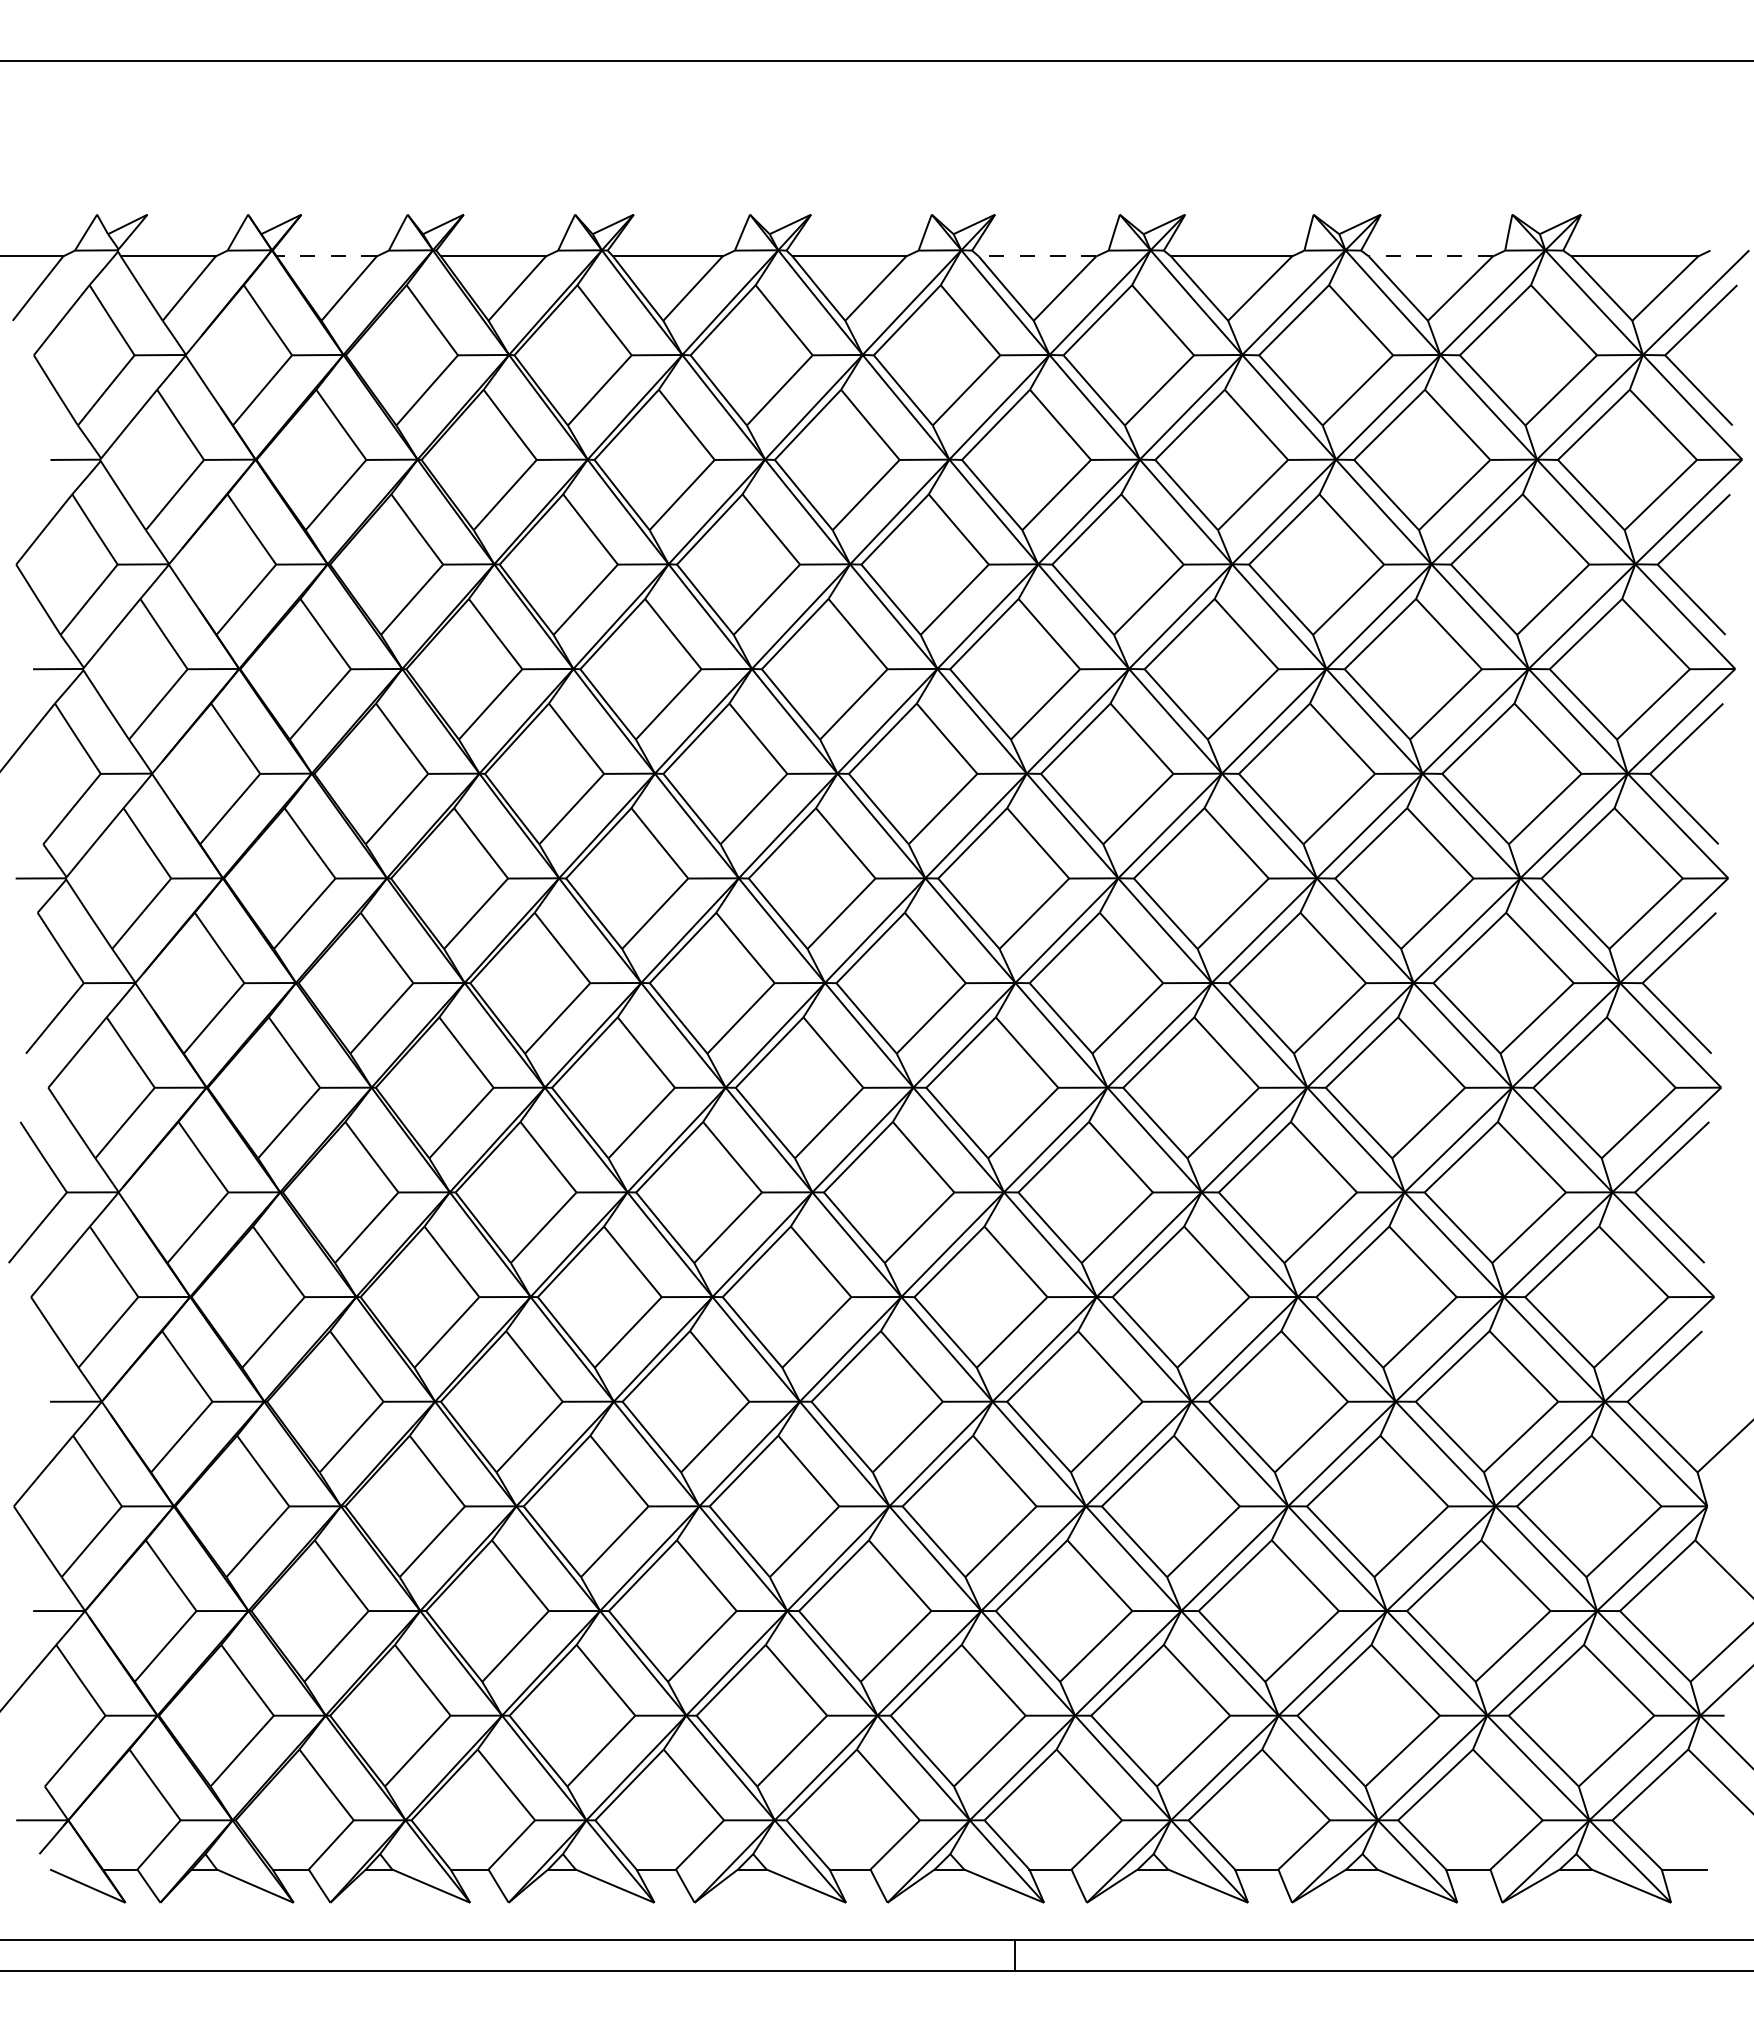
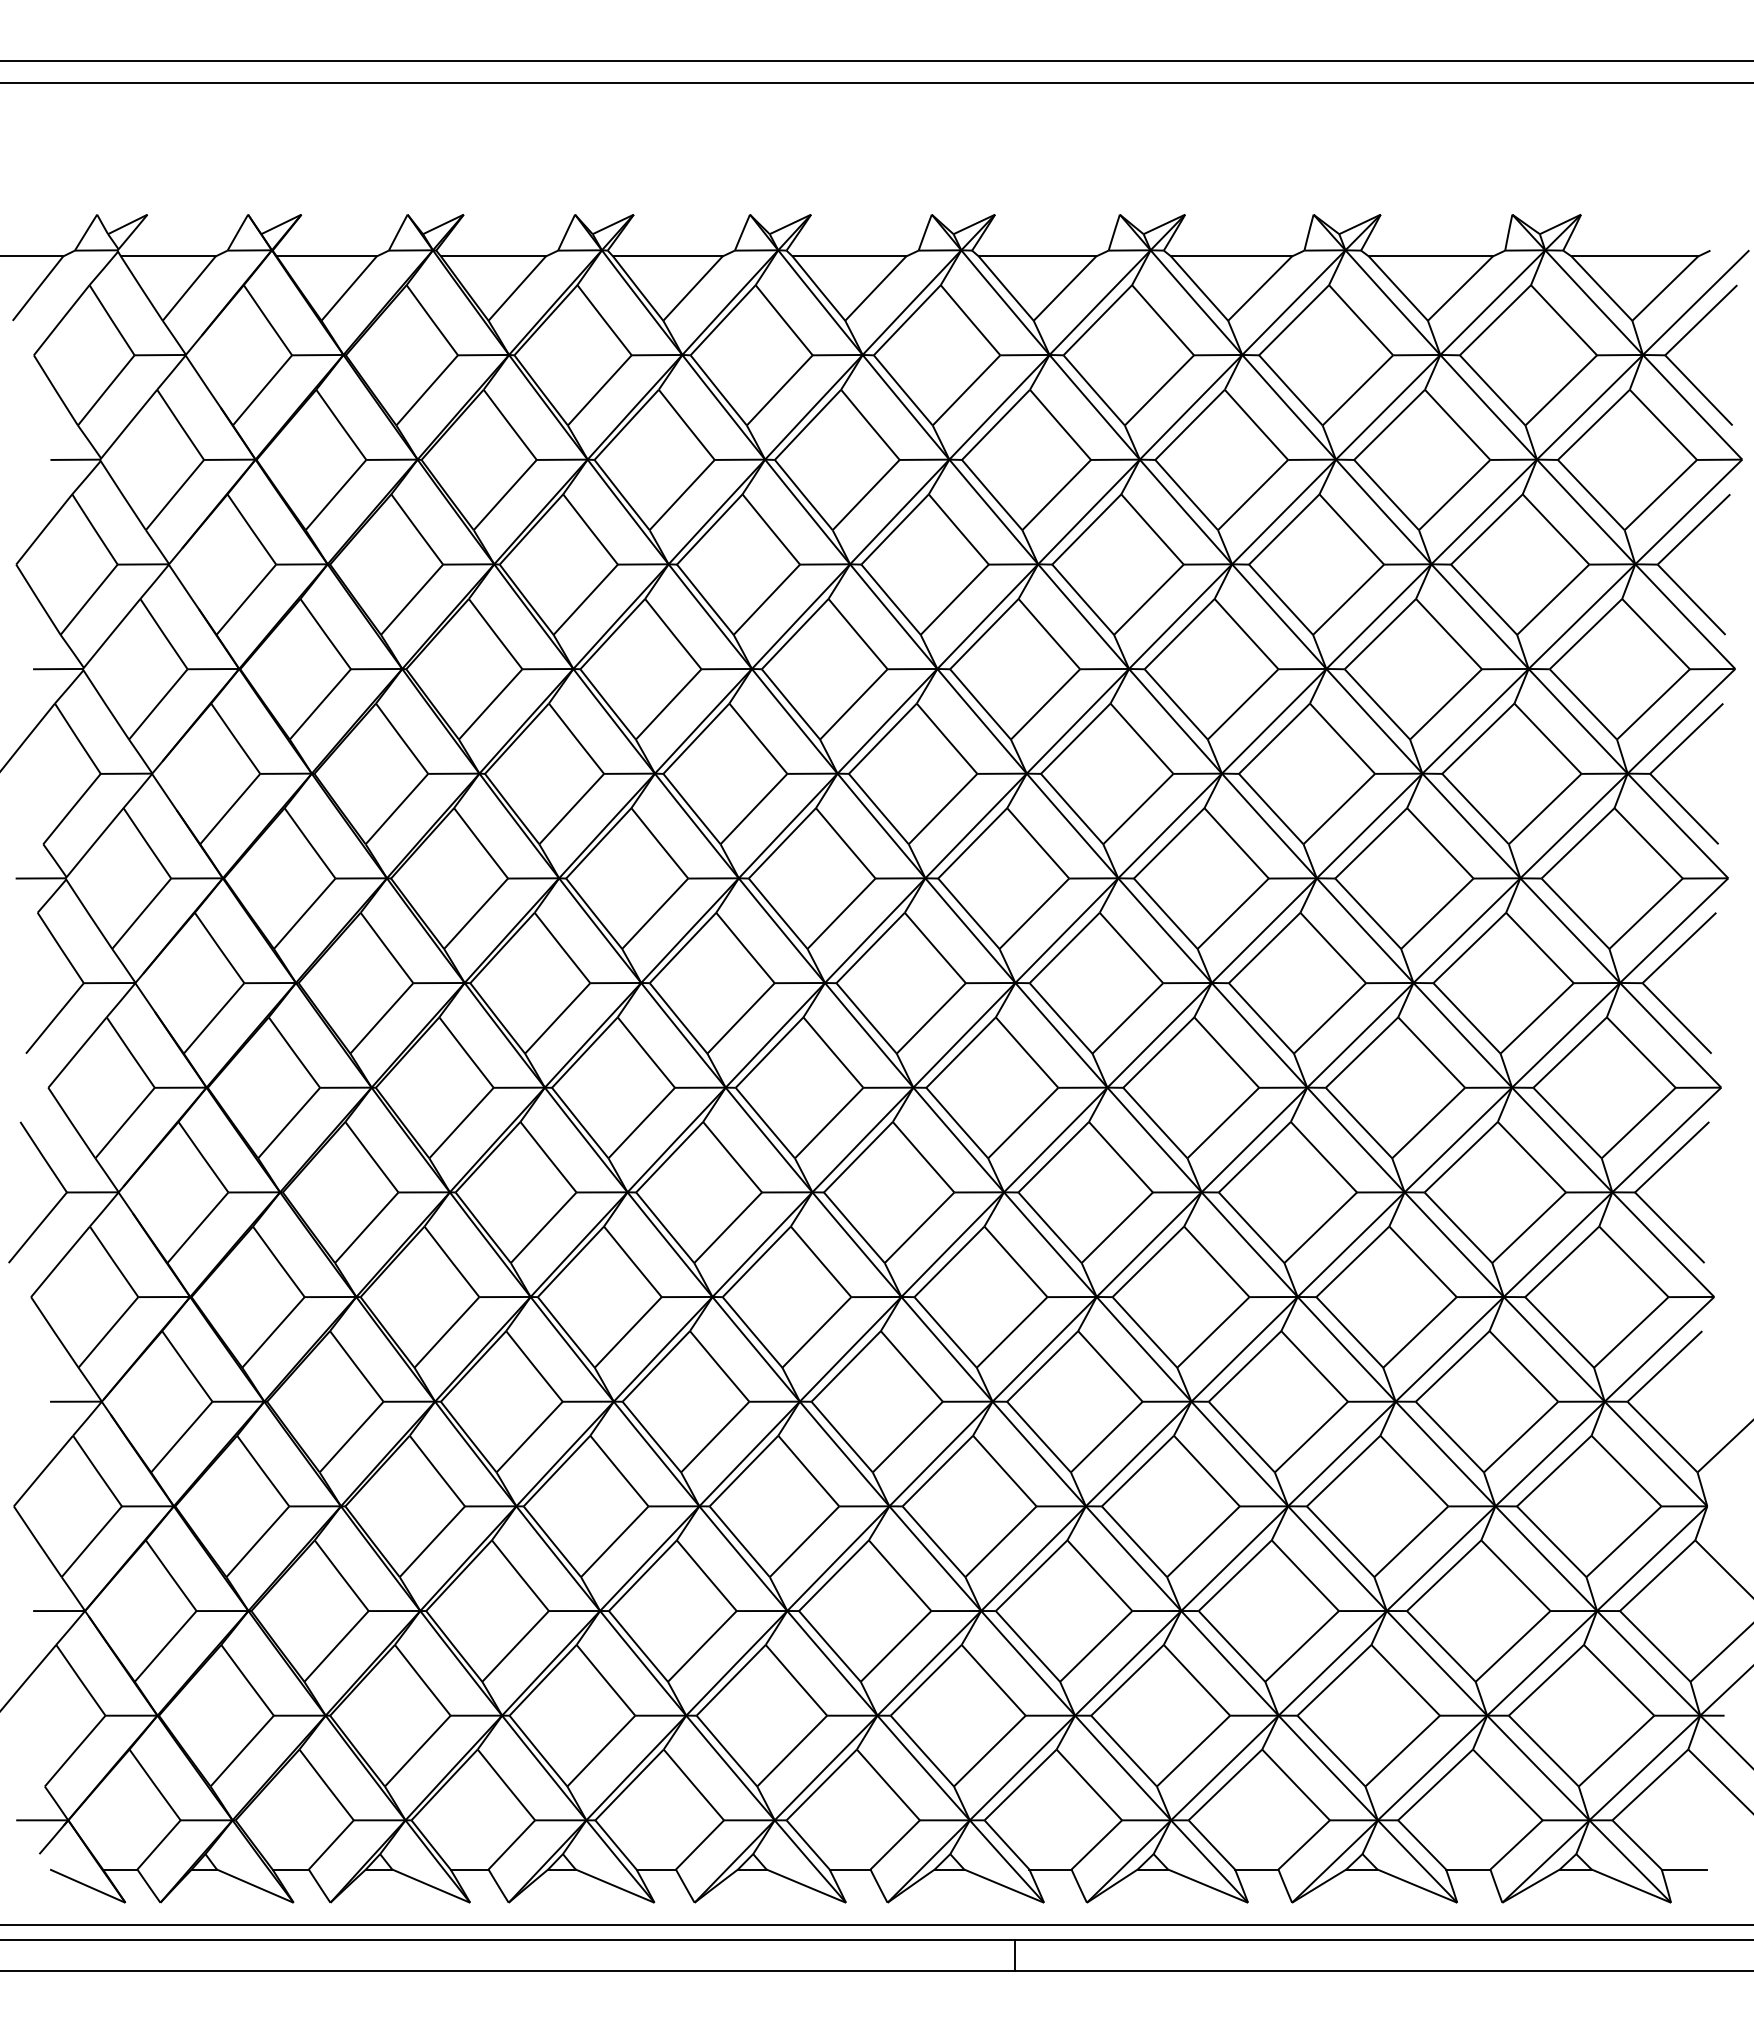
line at (876, 83): none -> present
line at (326, 256): dashed -> solid
line at (1037, 256): dashed -> solid
line at (1430, 256): dashed -> solid
line at (876, 1924): none -> present
